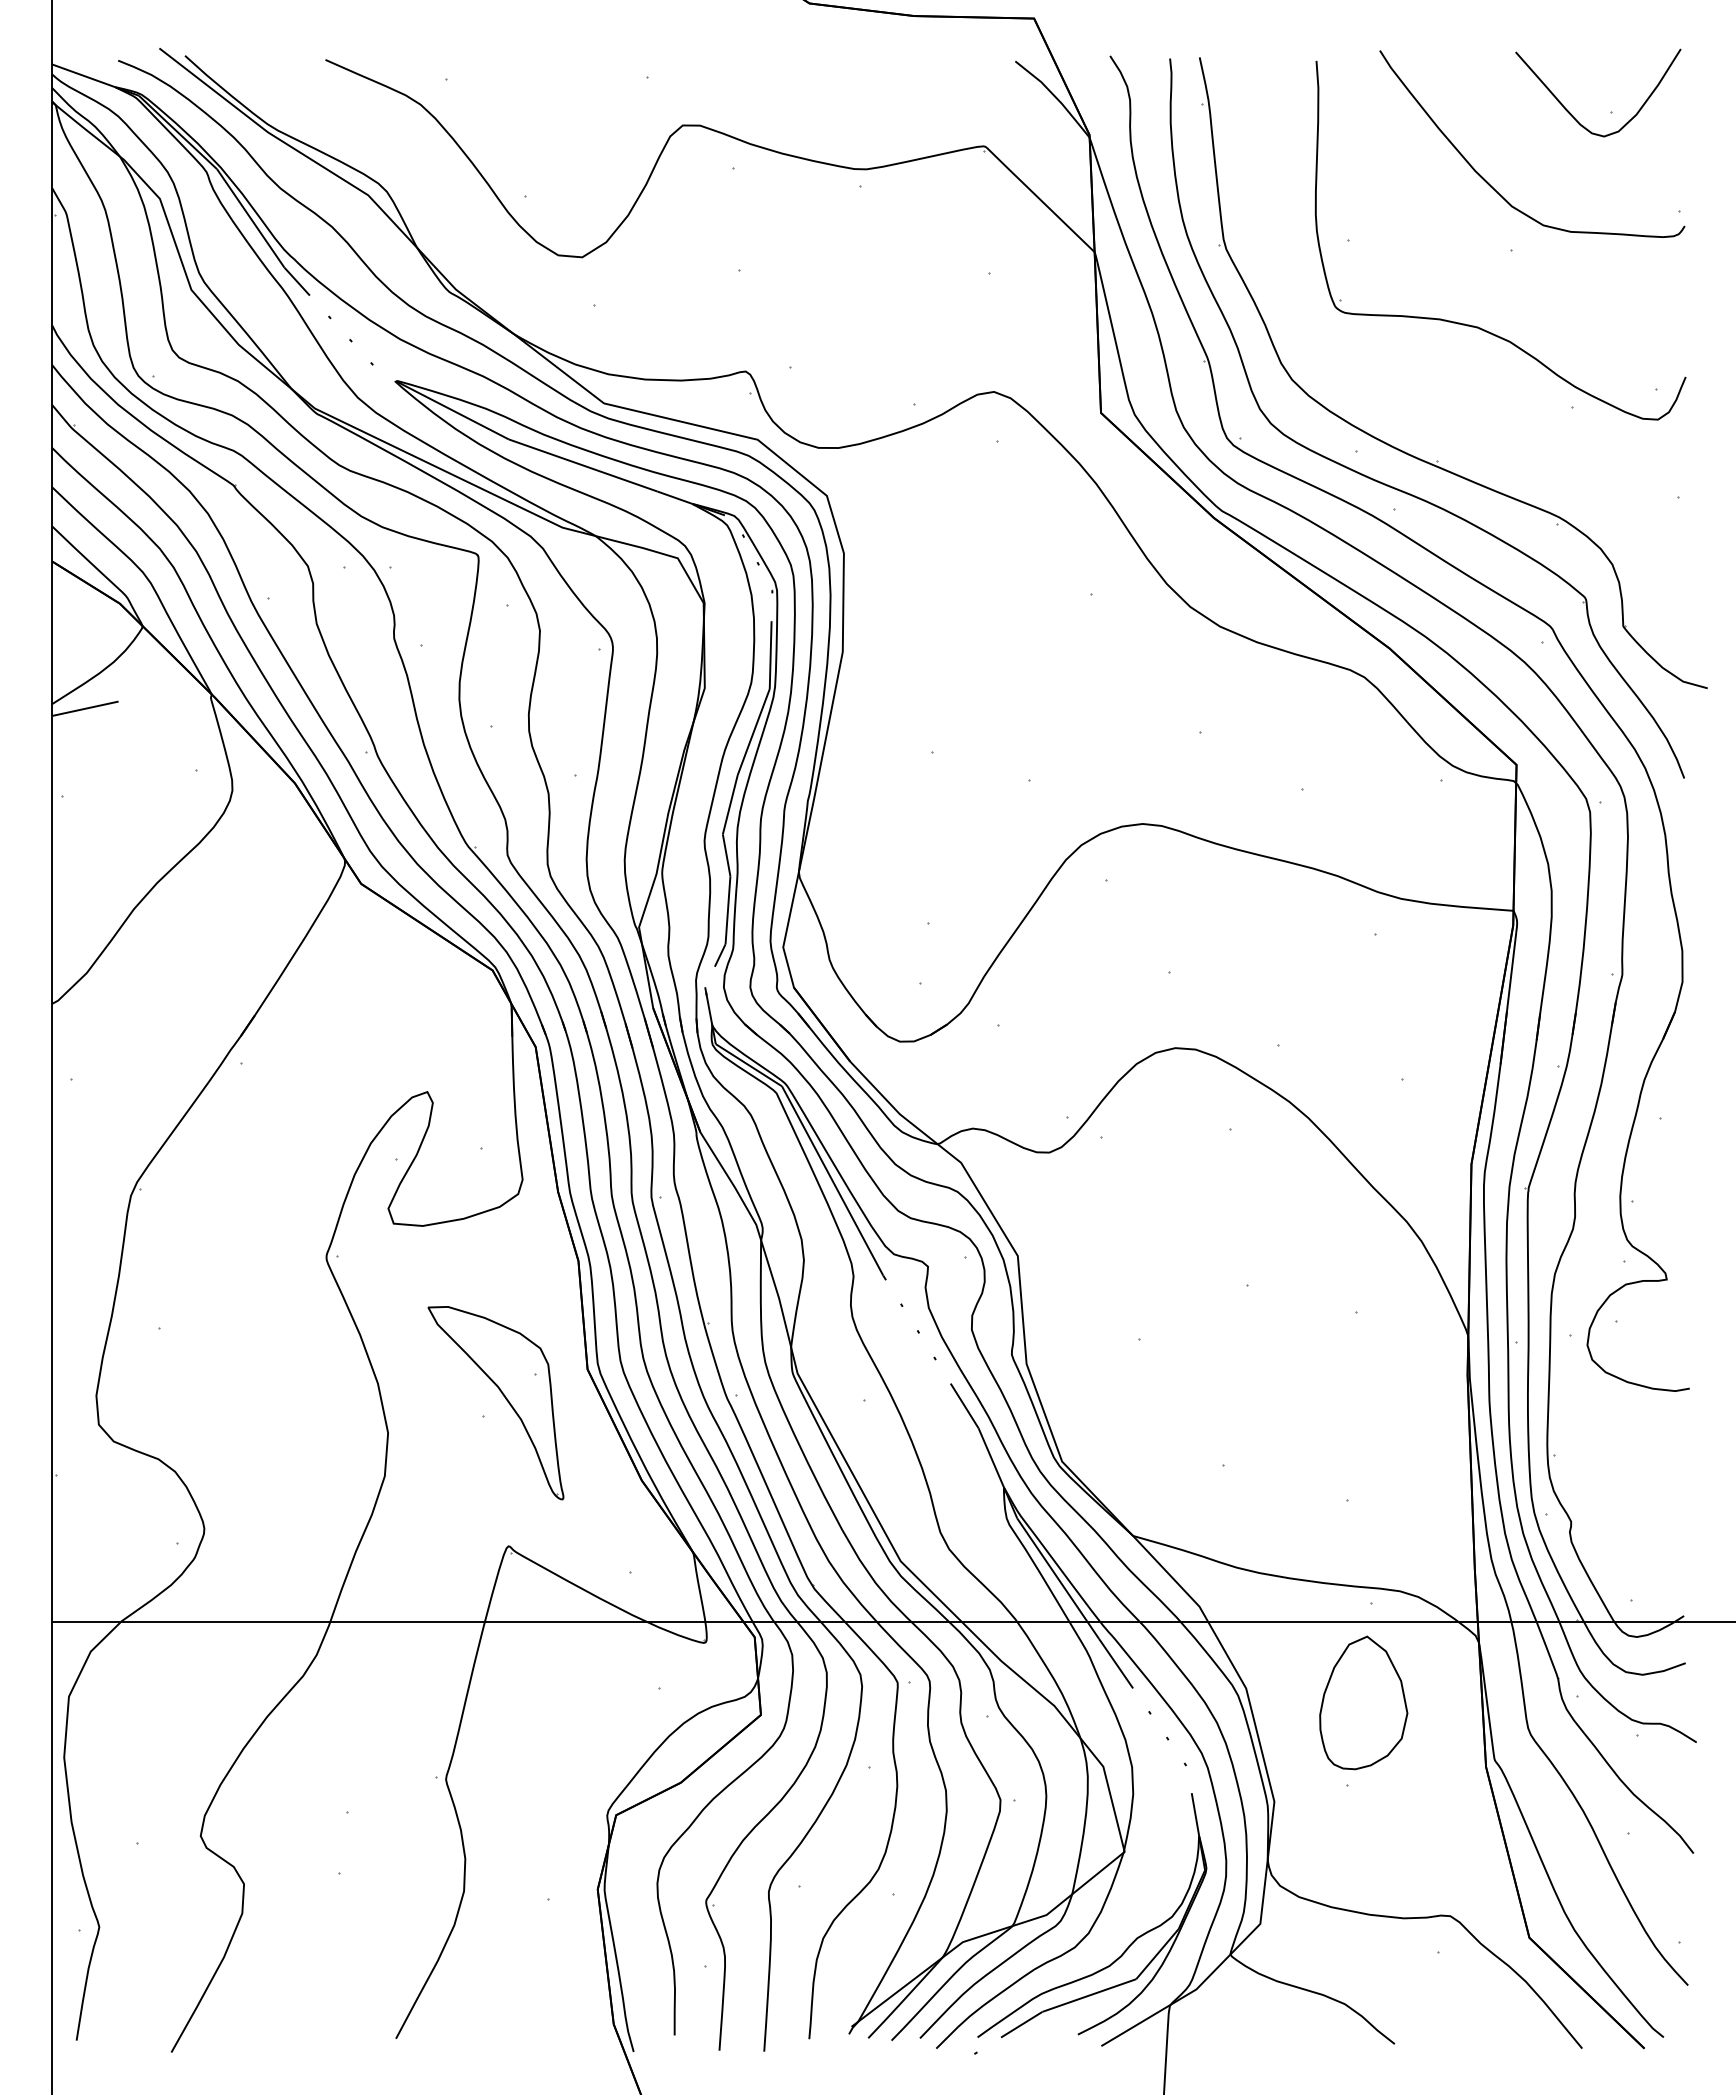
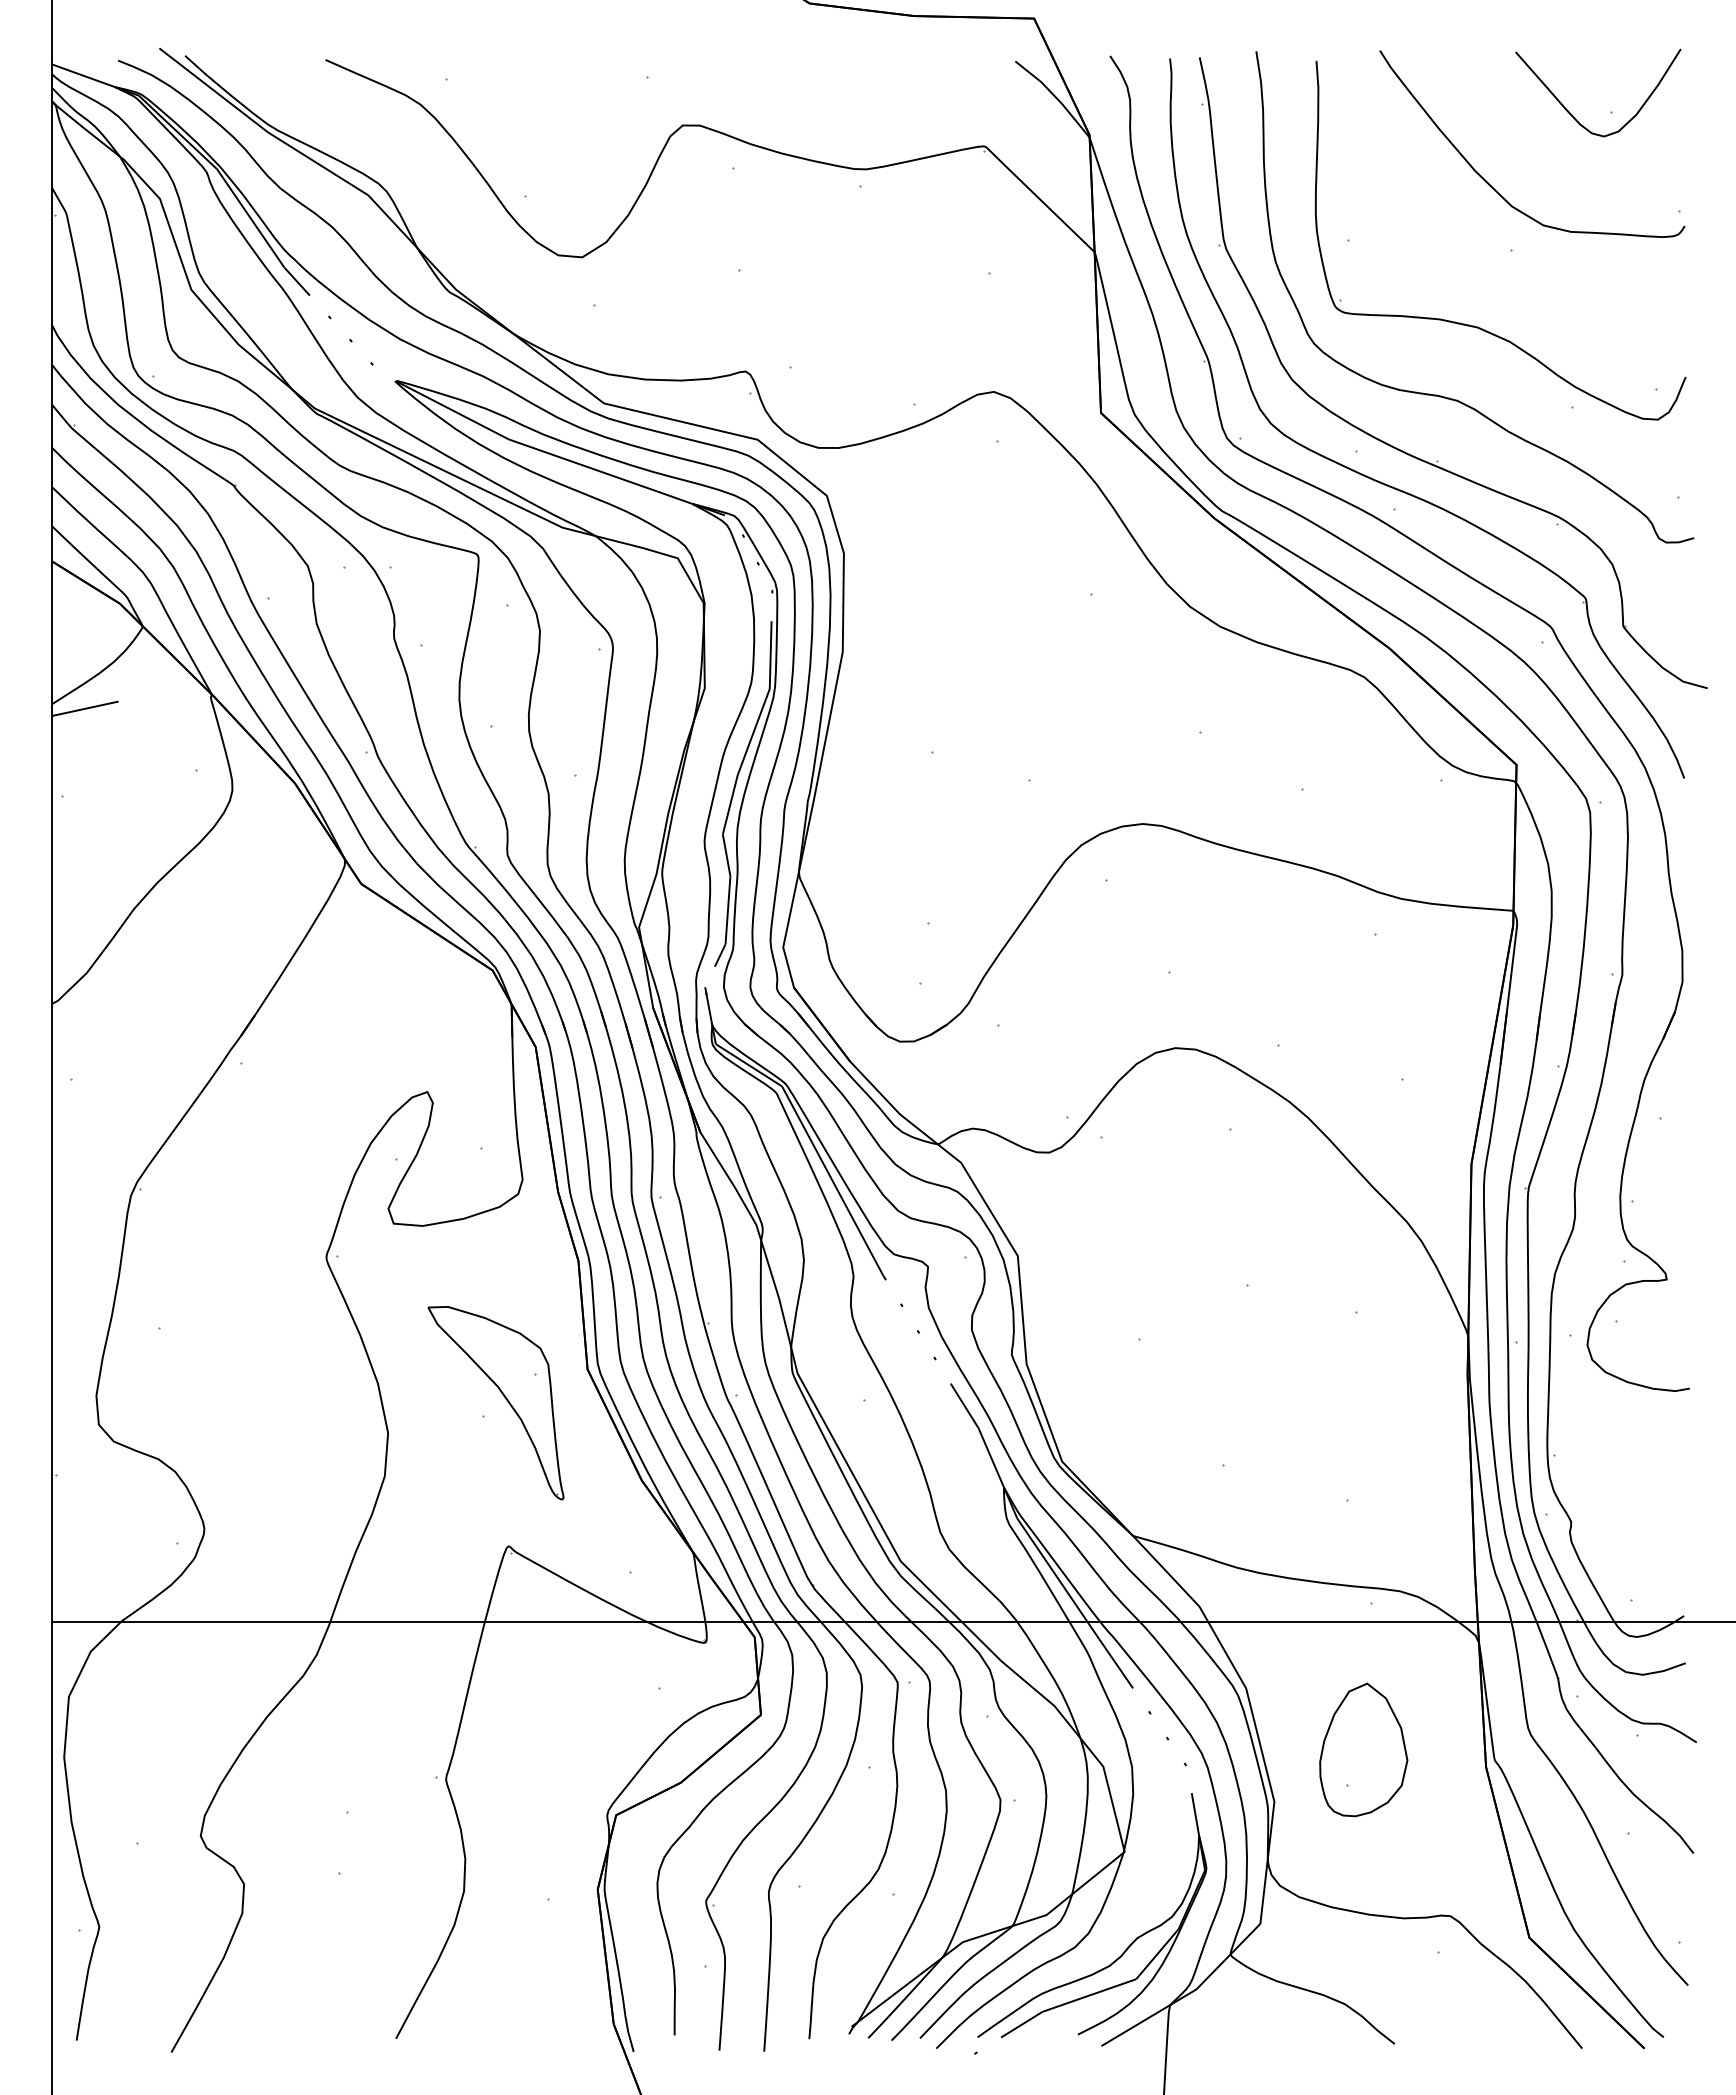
curve at (1449, 397): none -> present
part at (1363, 1702) position: (1363, 1702) -> (1363, 1749)
